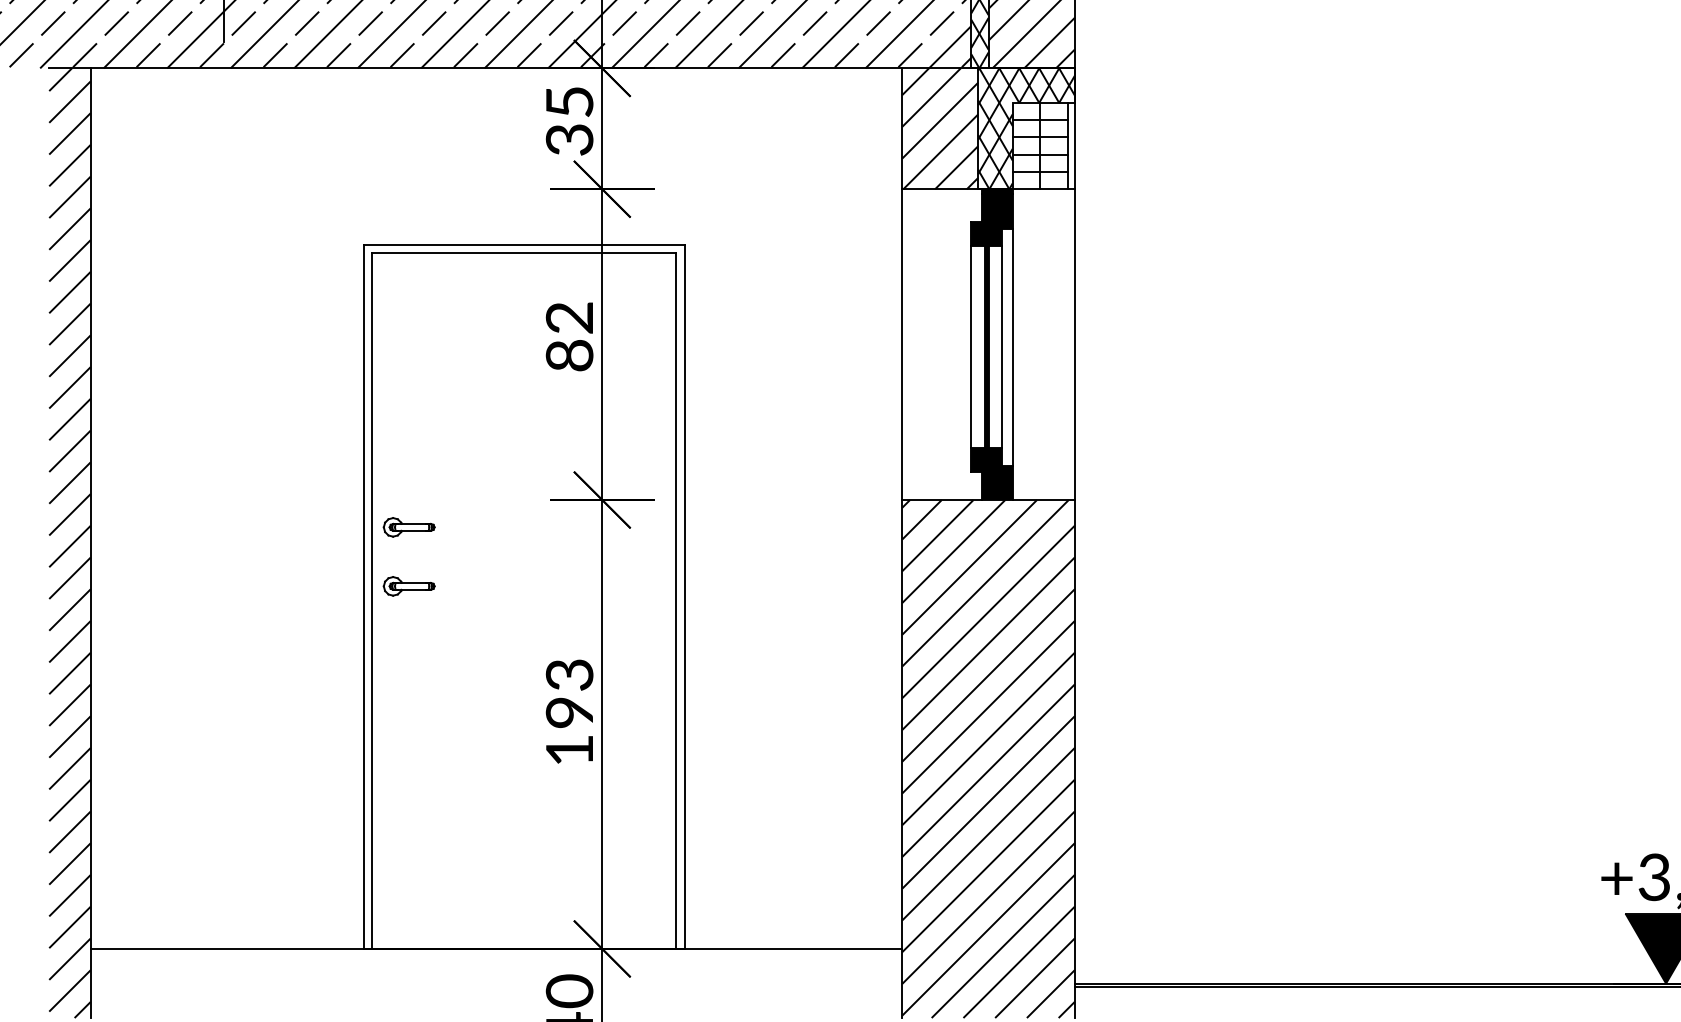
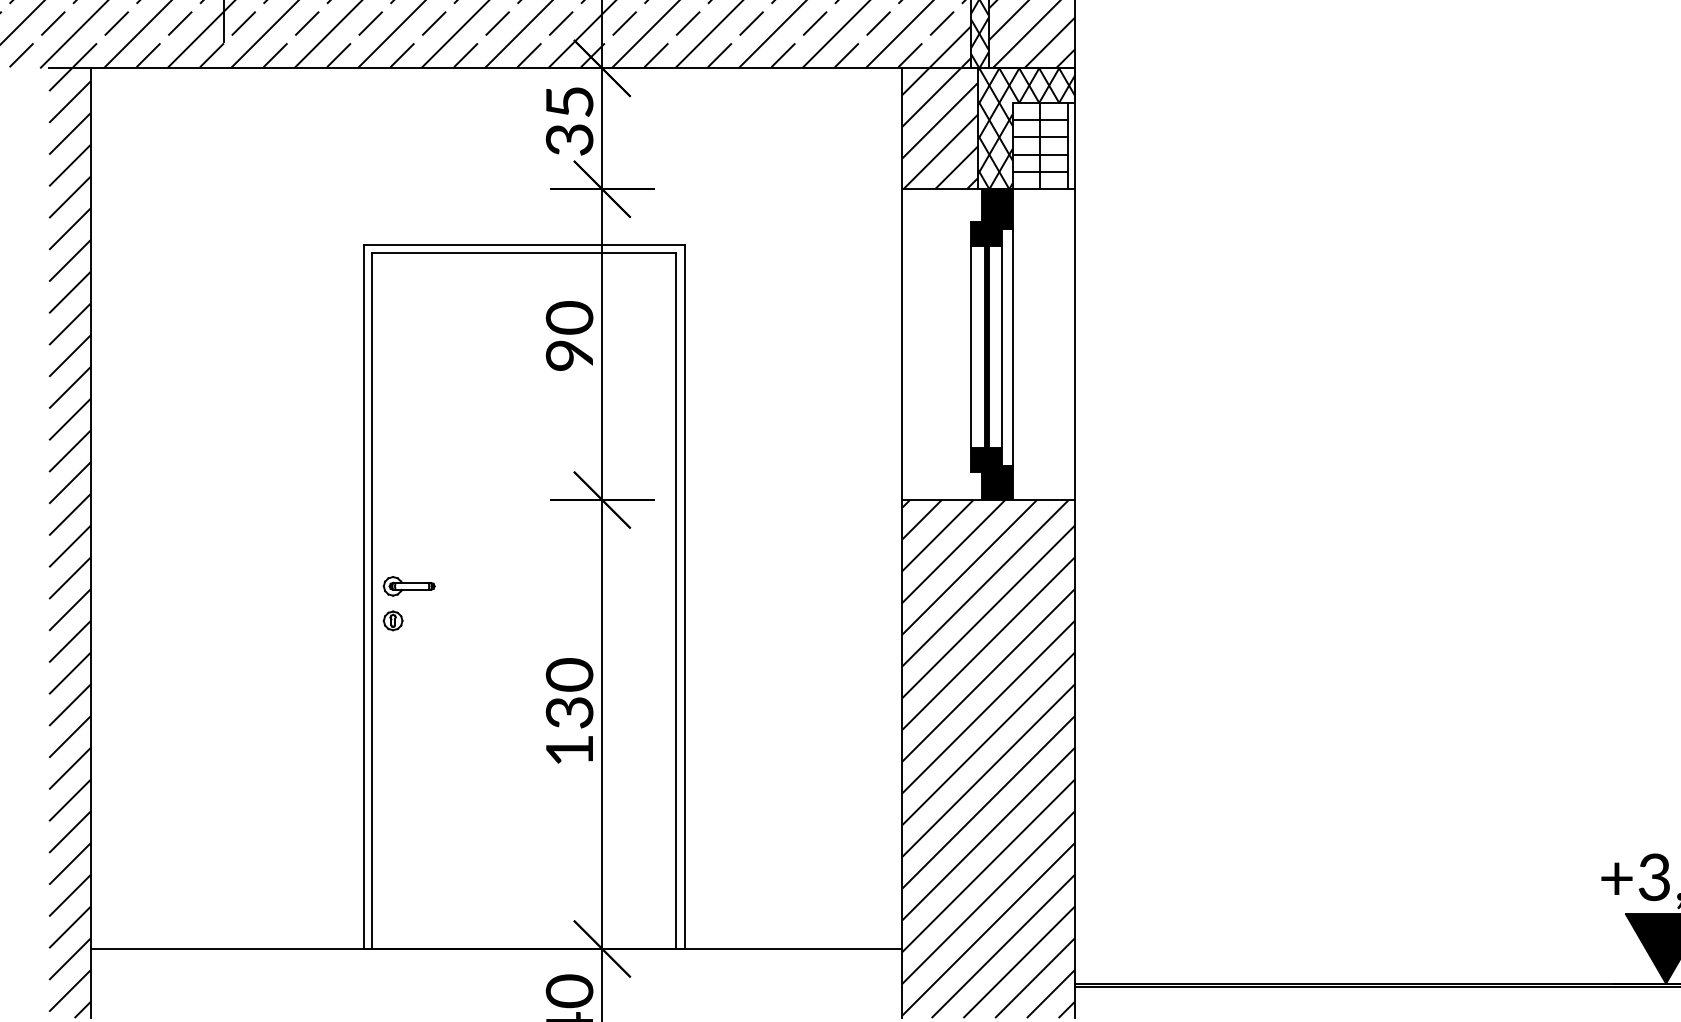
text at (569, 336): 82 -> 90
part at (408, 527): present -> none
part at (392, 620): none -> present
text at (569, 693): 193 -> 130
